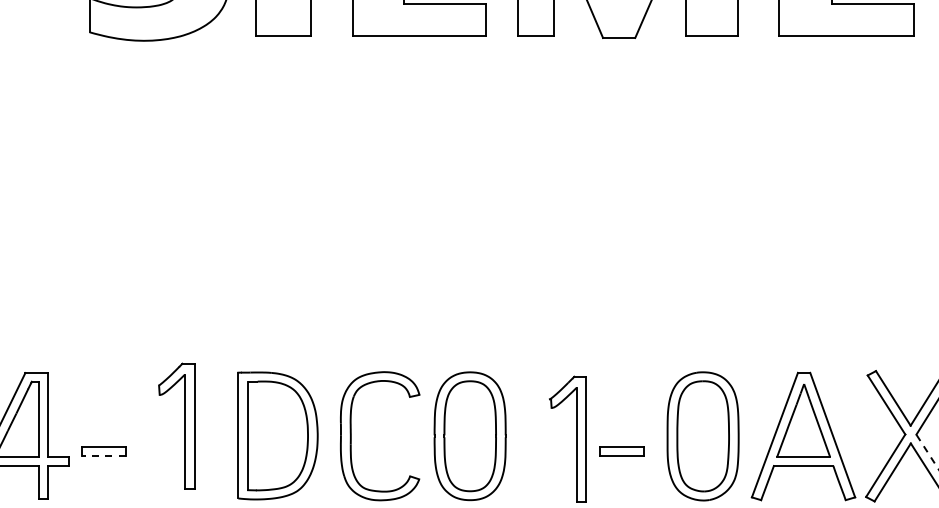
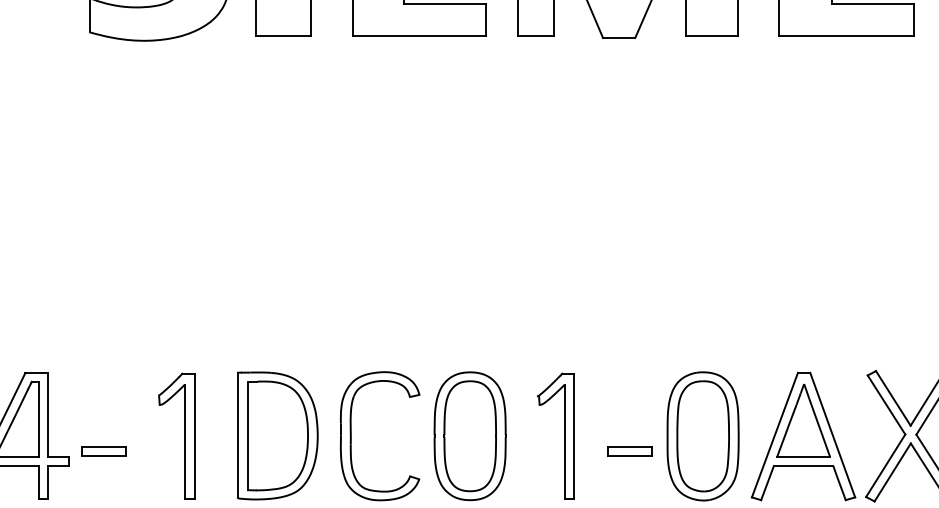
part at (184, 425) position: (184, 425) -> (184, 435)
part at (576, 438) position: (576, 438) -> (564, 435)
part at (621, 451) position: (621, 451) -> (629, 451)
line at (927, 451): dashed -> solid
line at (103, 455): dashed -> solid
